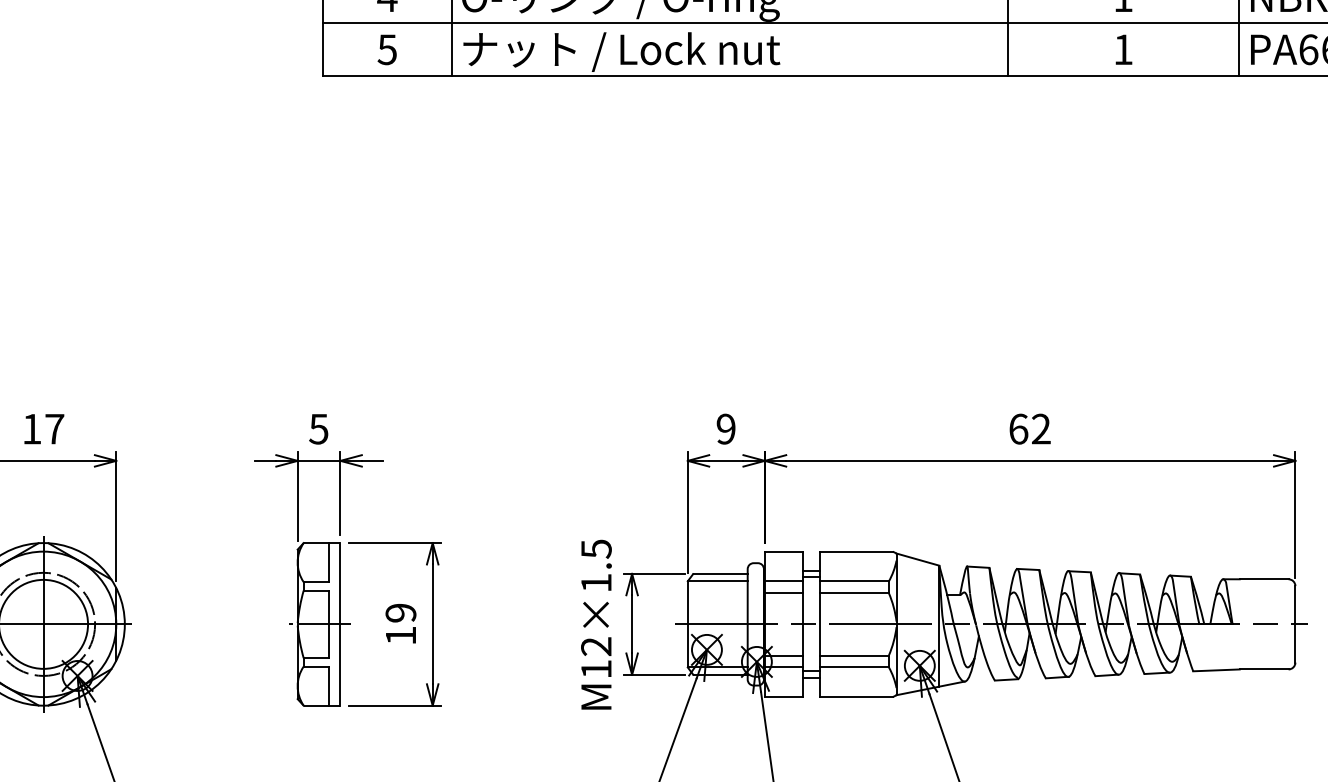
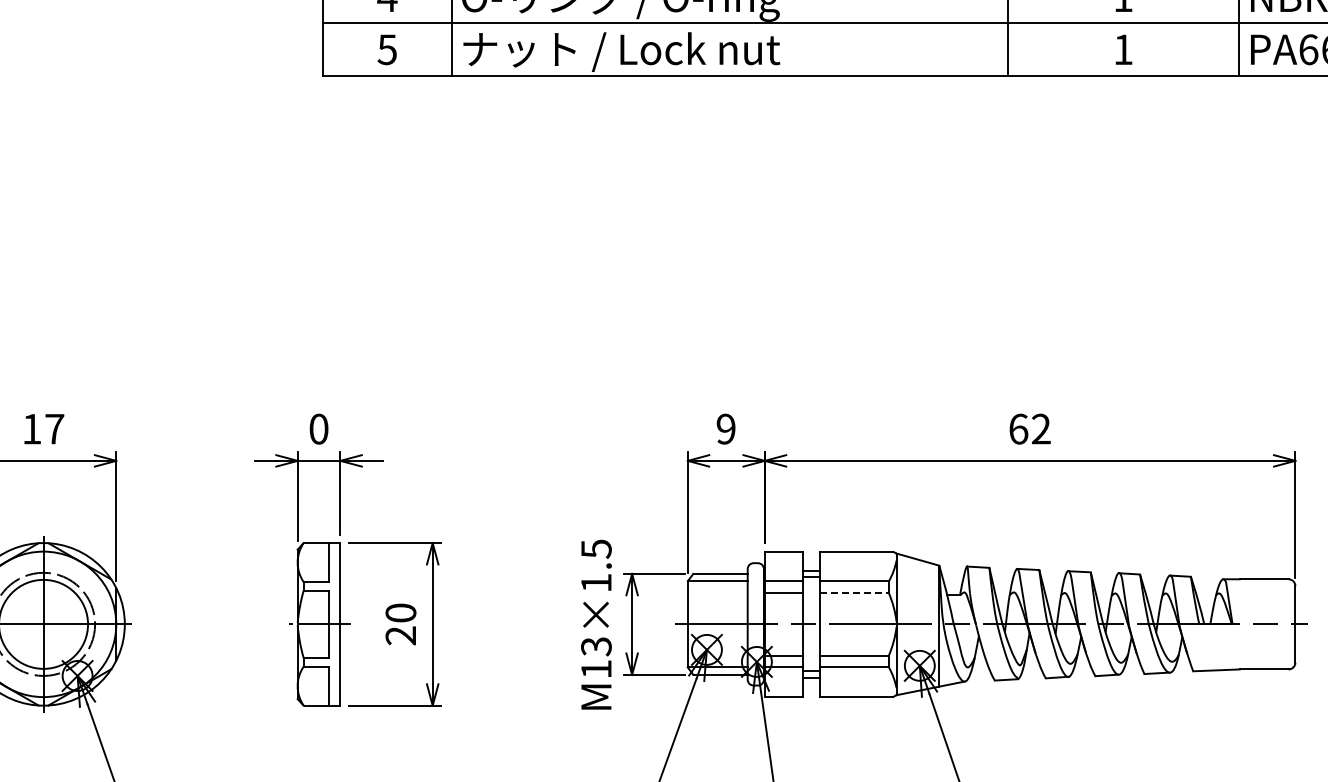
text at (318, 428): 5 -> 0
line at (855, 593): solid -> dashed
text at (400, 624): 19 -> 20
text at (596, 646): M12×1.5 -> M13×1.5
